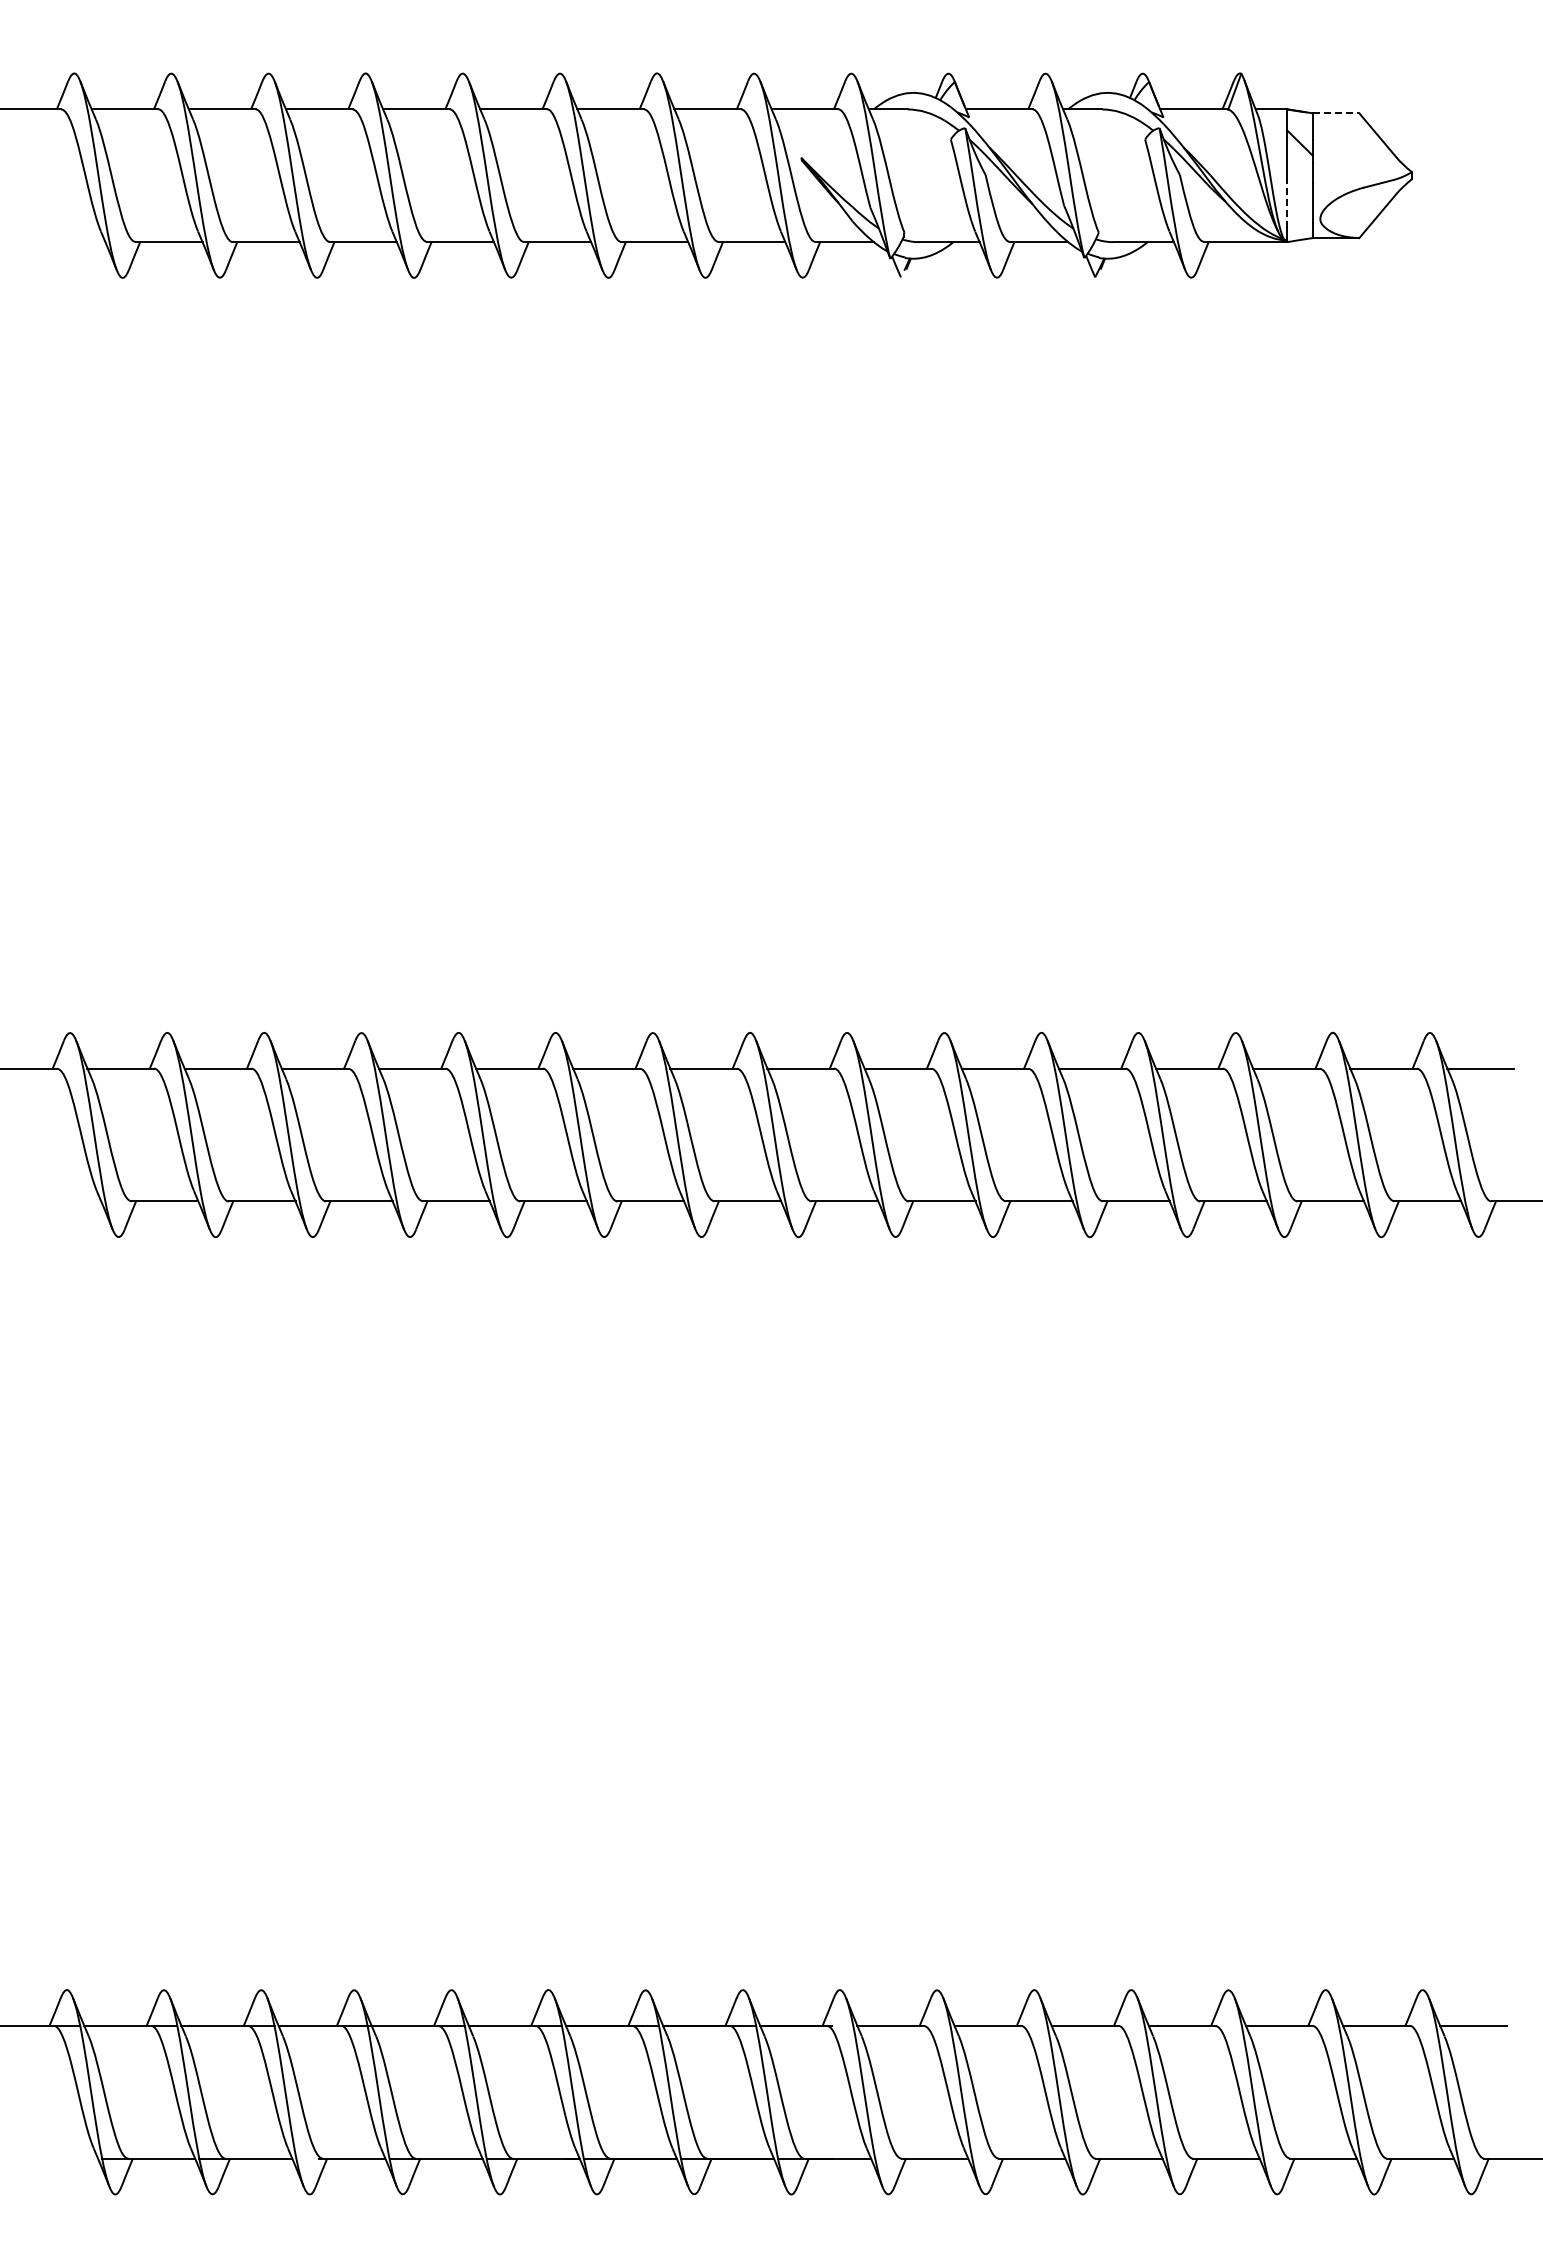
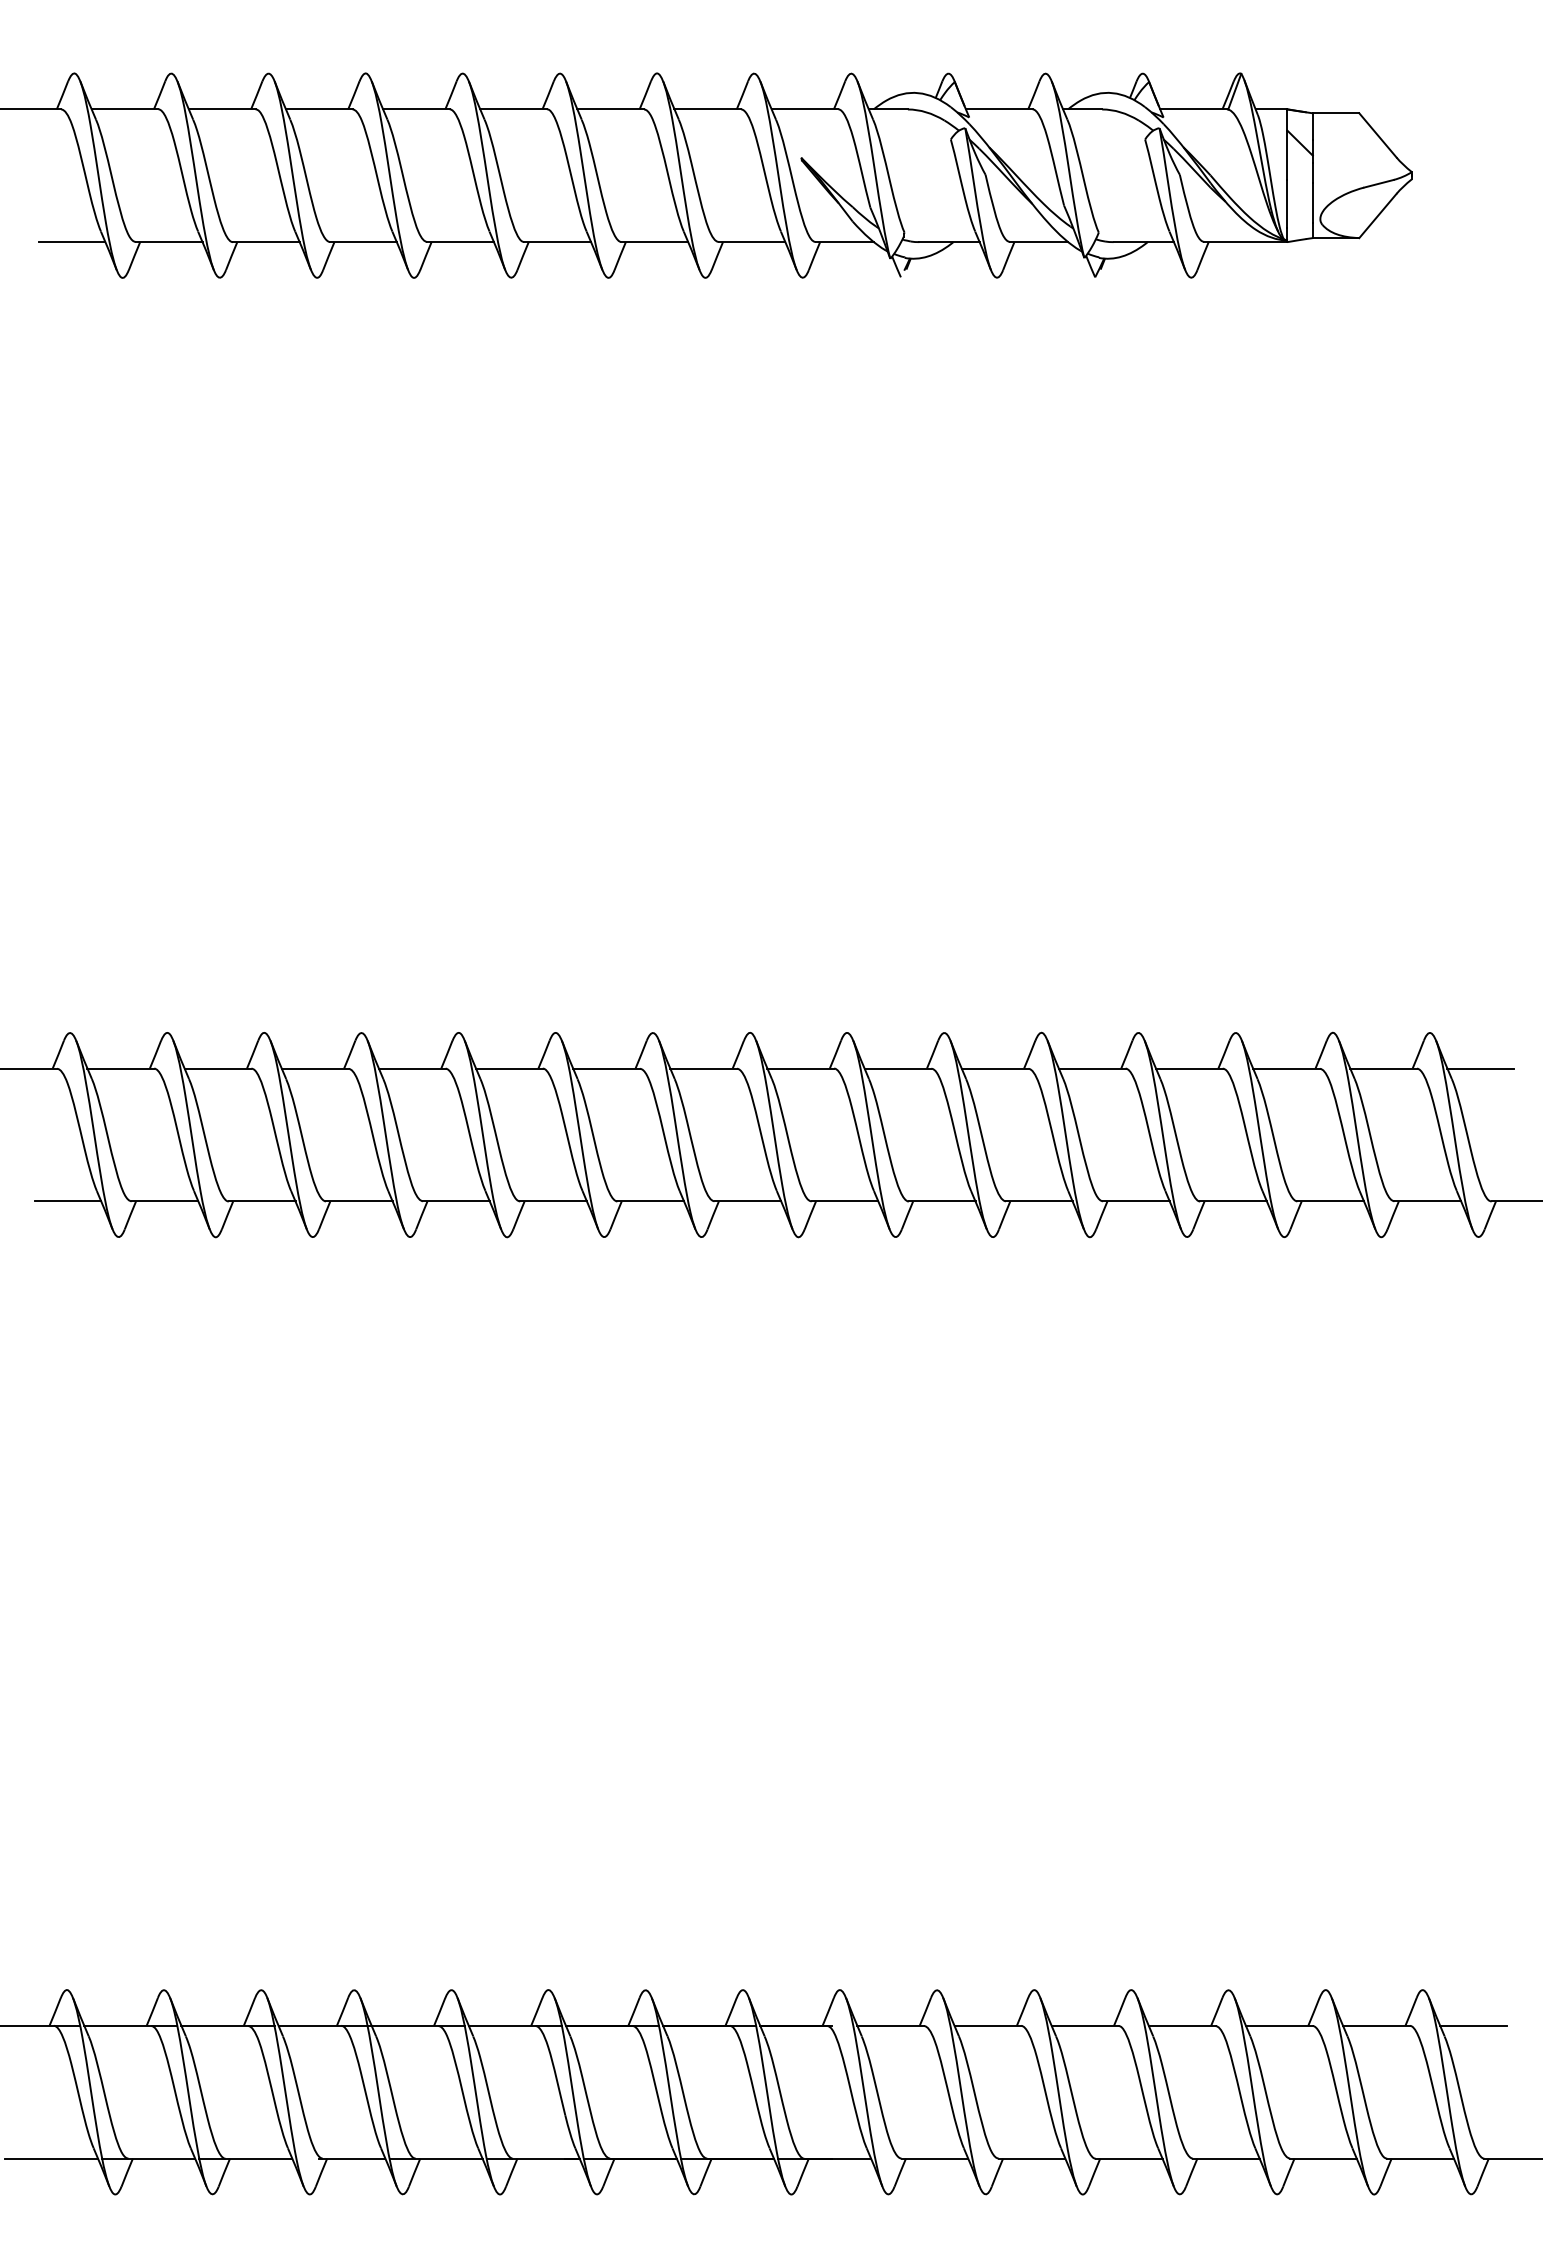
line at (1336, 113): dashed -> solid
line at (1287, 203): dashed -> solid
line at (71, 242): none -> present
line at (67, 1201): none -> present
line at (51, 2158): none -> present
